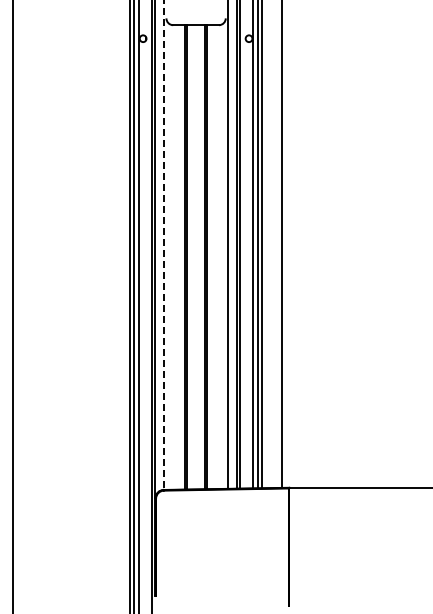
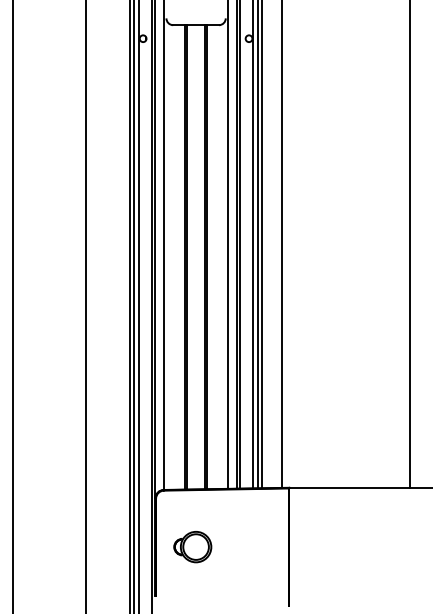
line at (410, 244): none -> present
line at (163, 245): dashed -> solid
line at (85, 306): none -> present
part at (192, 547): none -> present
